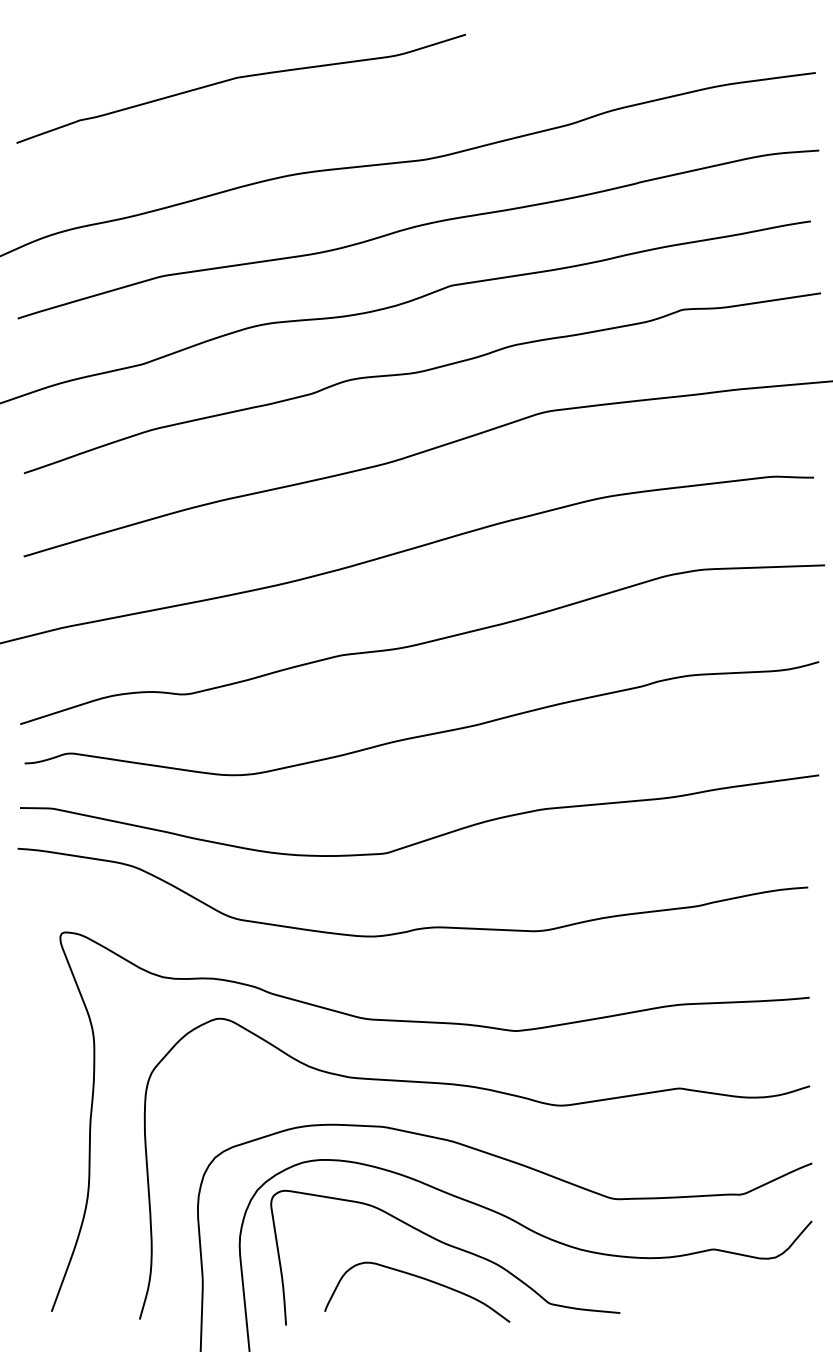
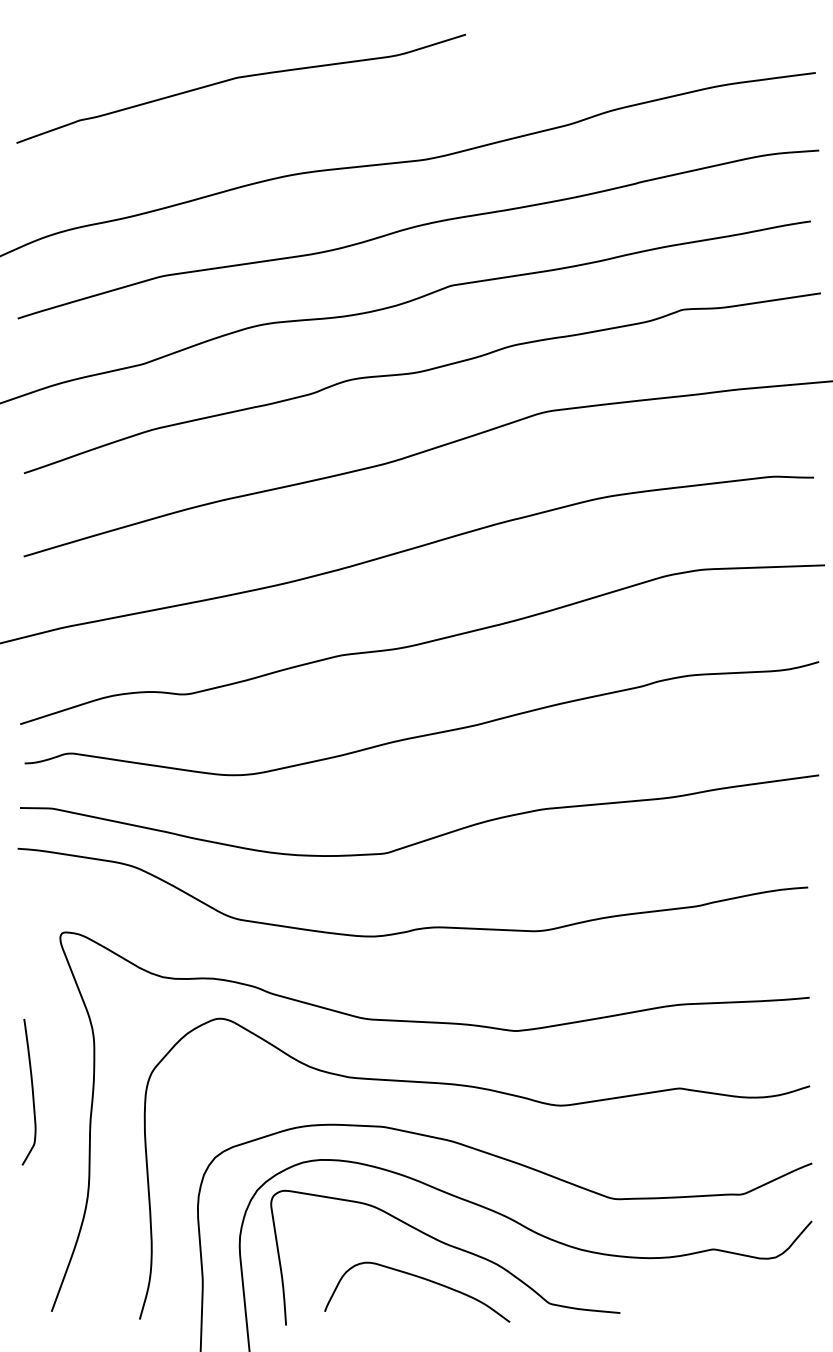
curve at (31, 1090): none -> present
